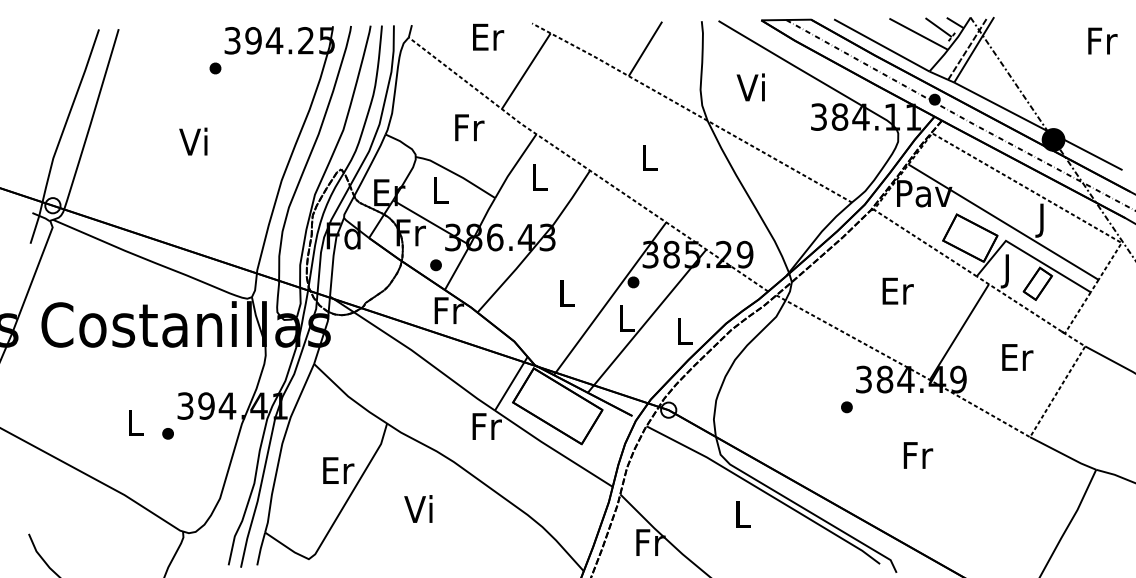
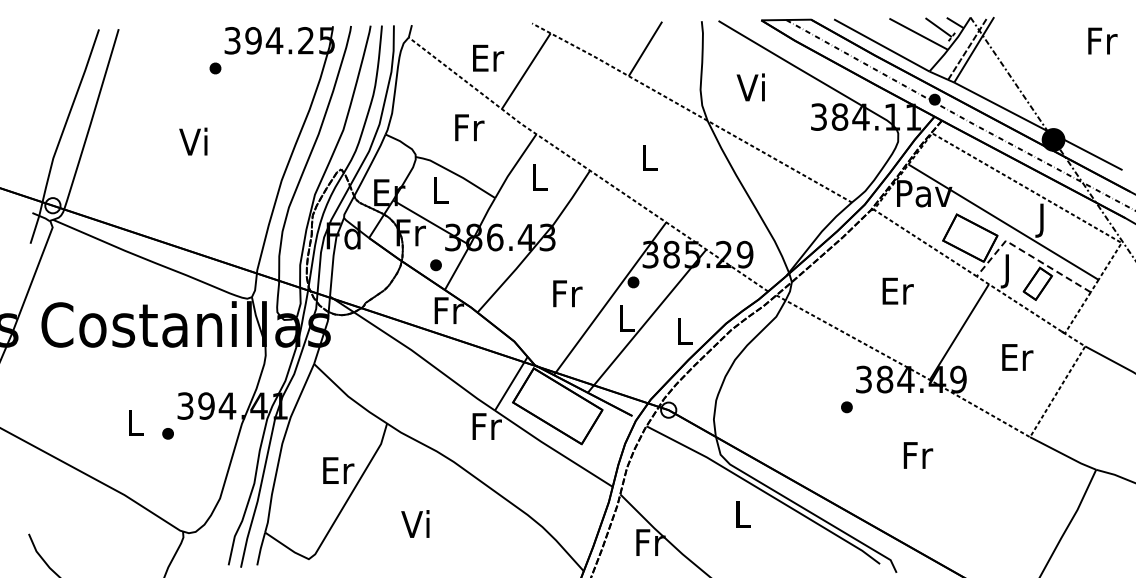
text at (488, 36) position: (488, 36) -> (488, 57)
line at (1027, 254): solid -> dashed
text at (567, 293): L -> Fr
text at (418, 508) position: (418, 508) -> (415, 523)
